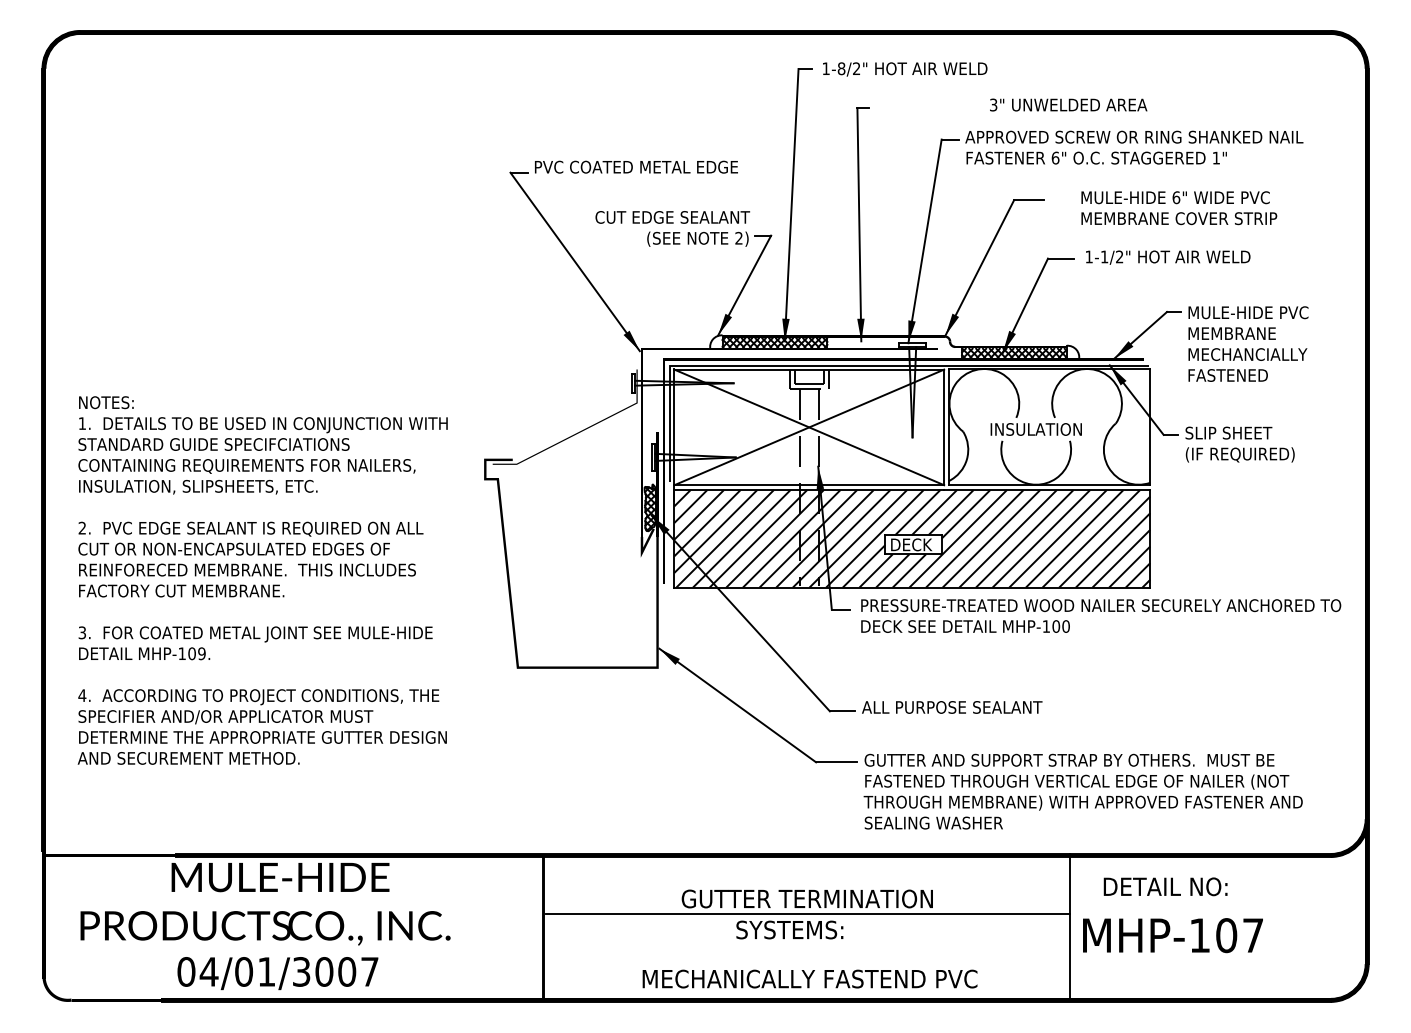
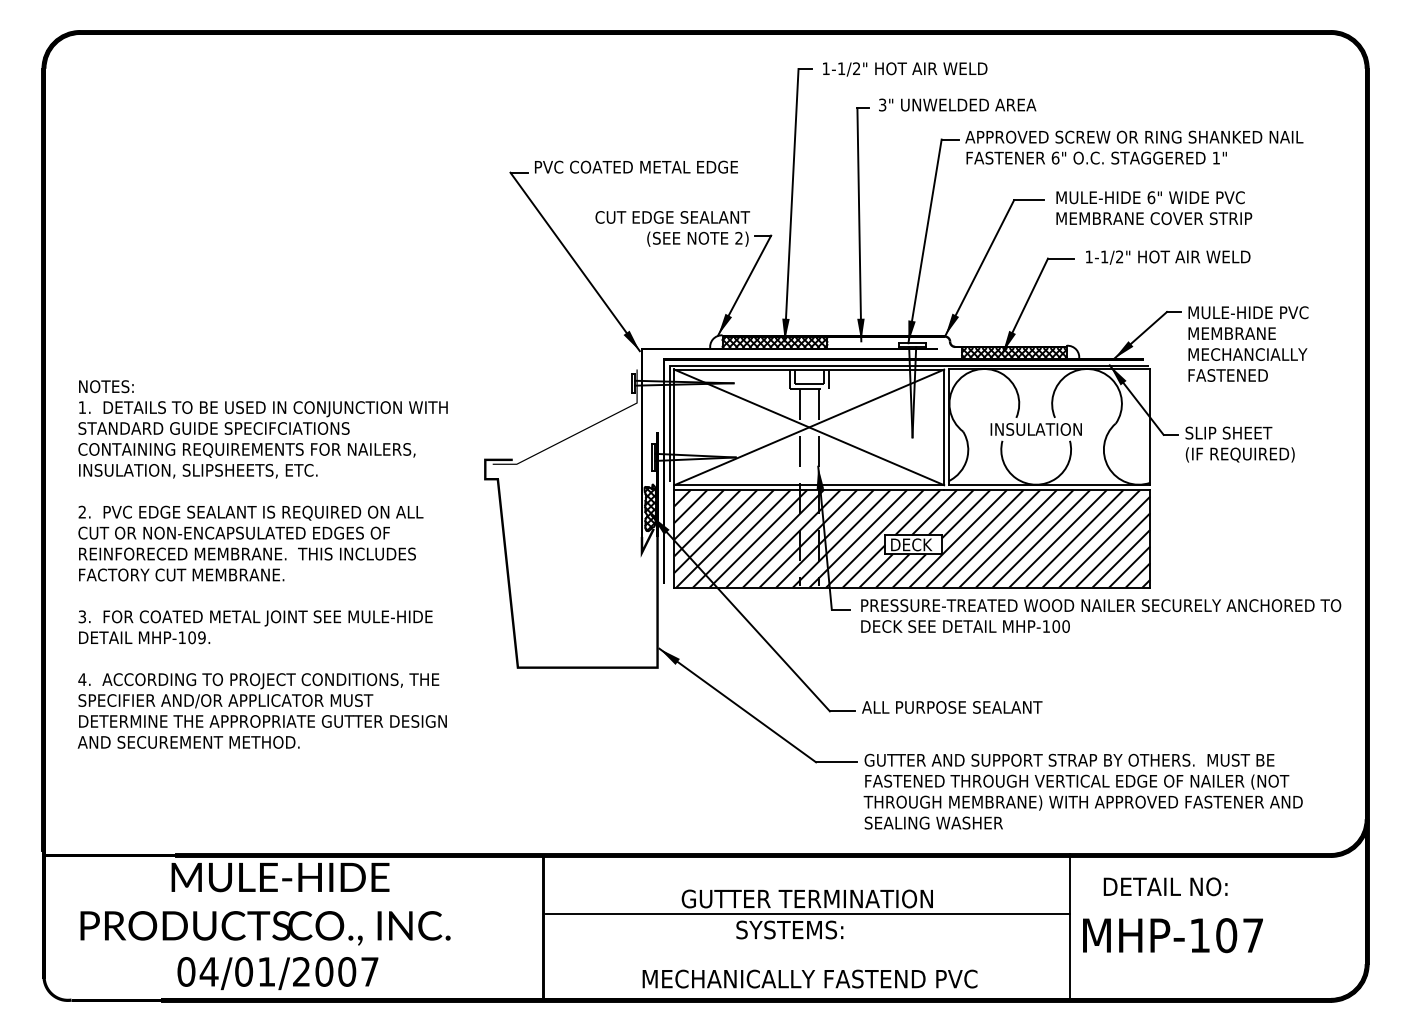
text at (841, 68): 1-8/2" -> 1-1/2"
text at (1068, 104) position: (1068, 104) -> (957, 104)
text at (1179, 208) position: (1179, 208) -> (1154, 208)
text at (262, 580) position: (262, 580) -> (262, 564)
text at (301, 971): 04/01/3007 -> 04/01/2007
